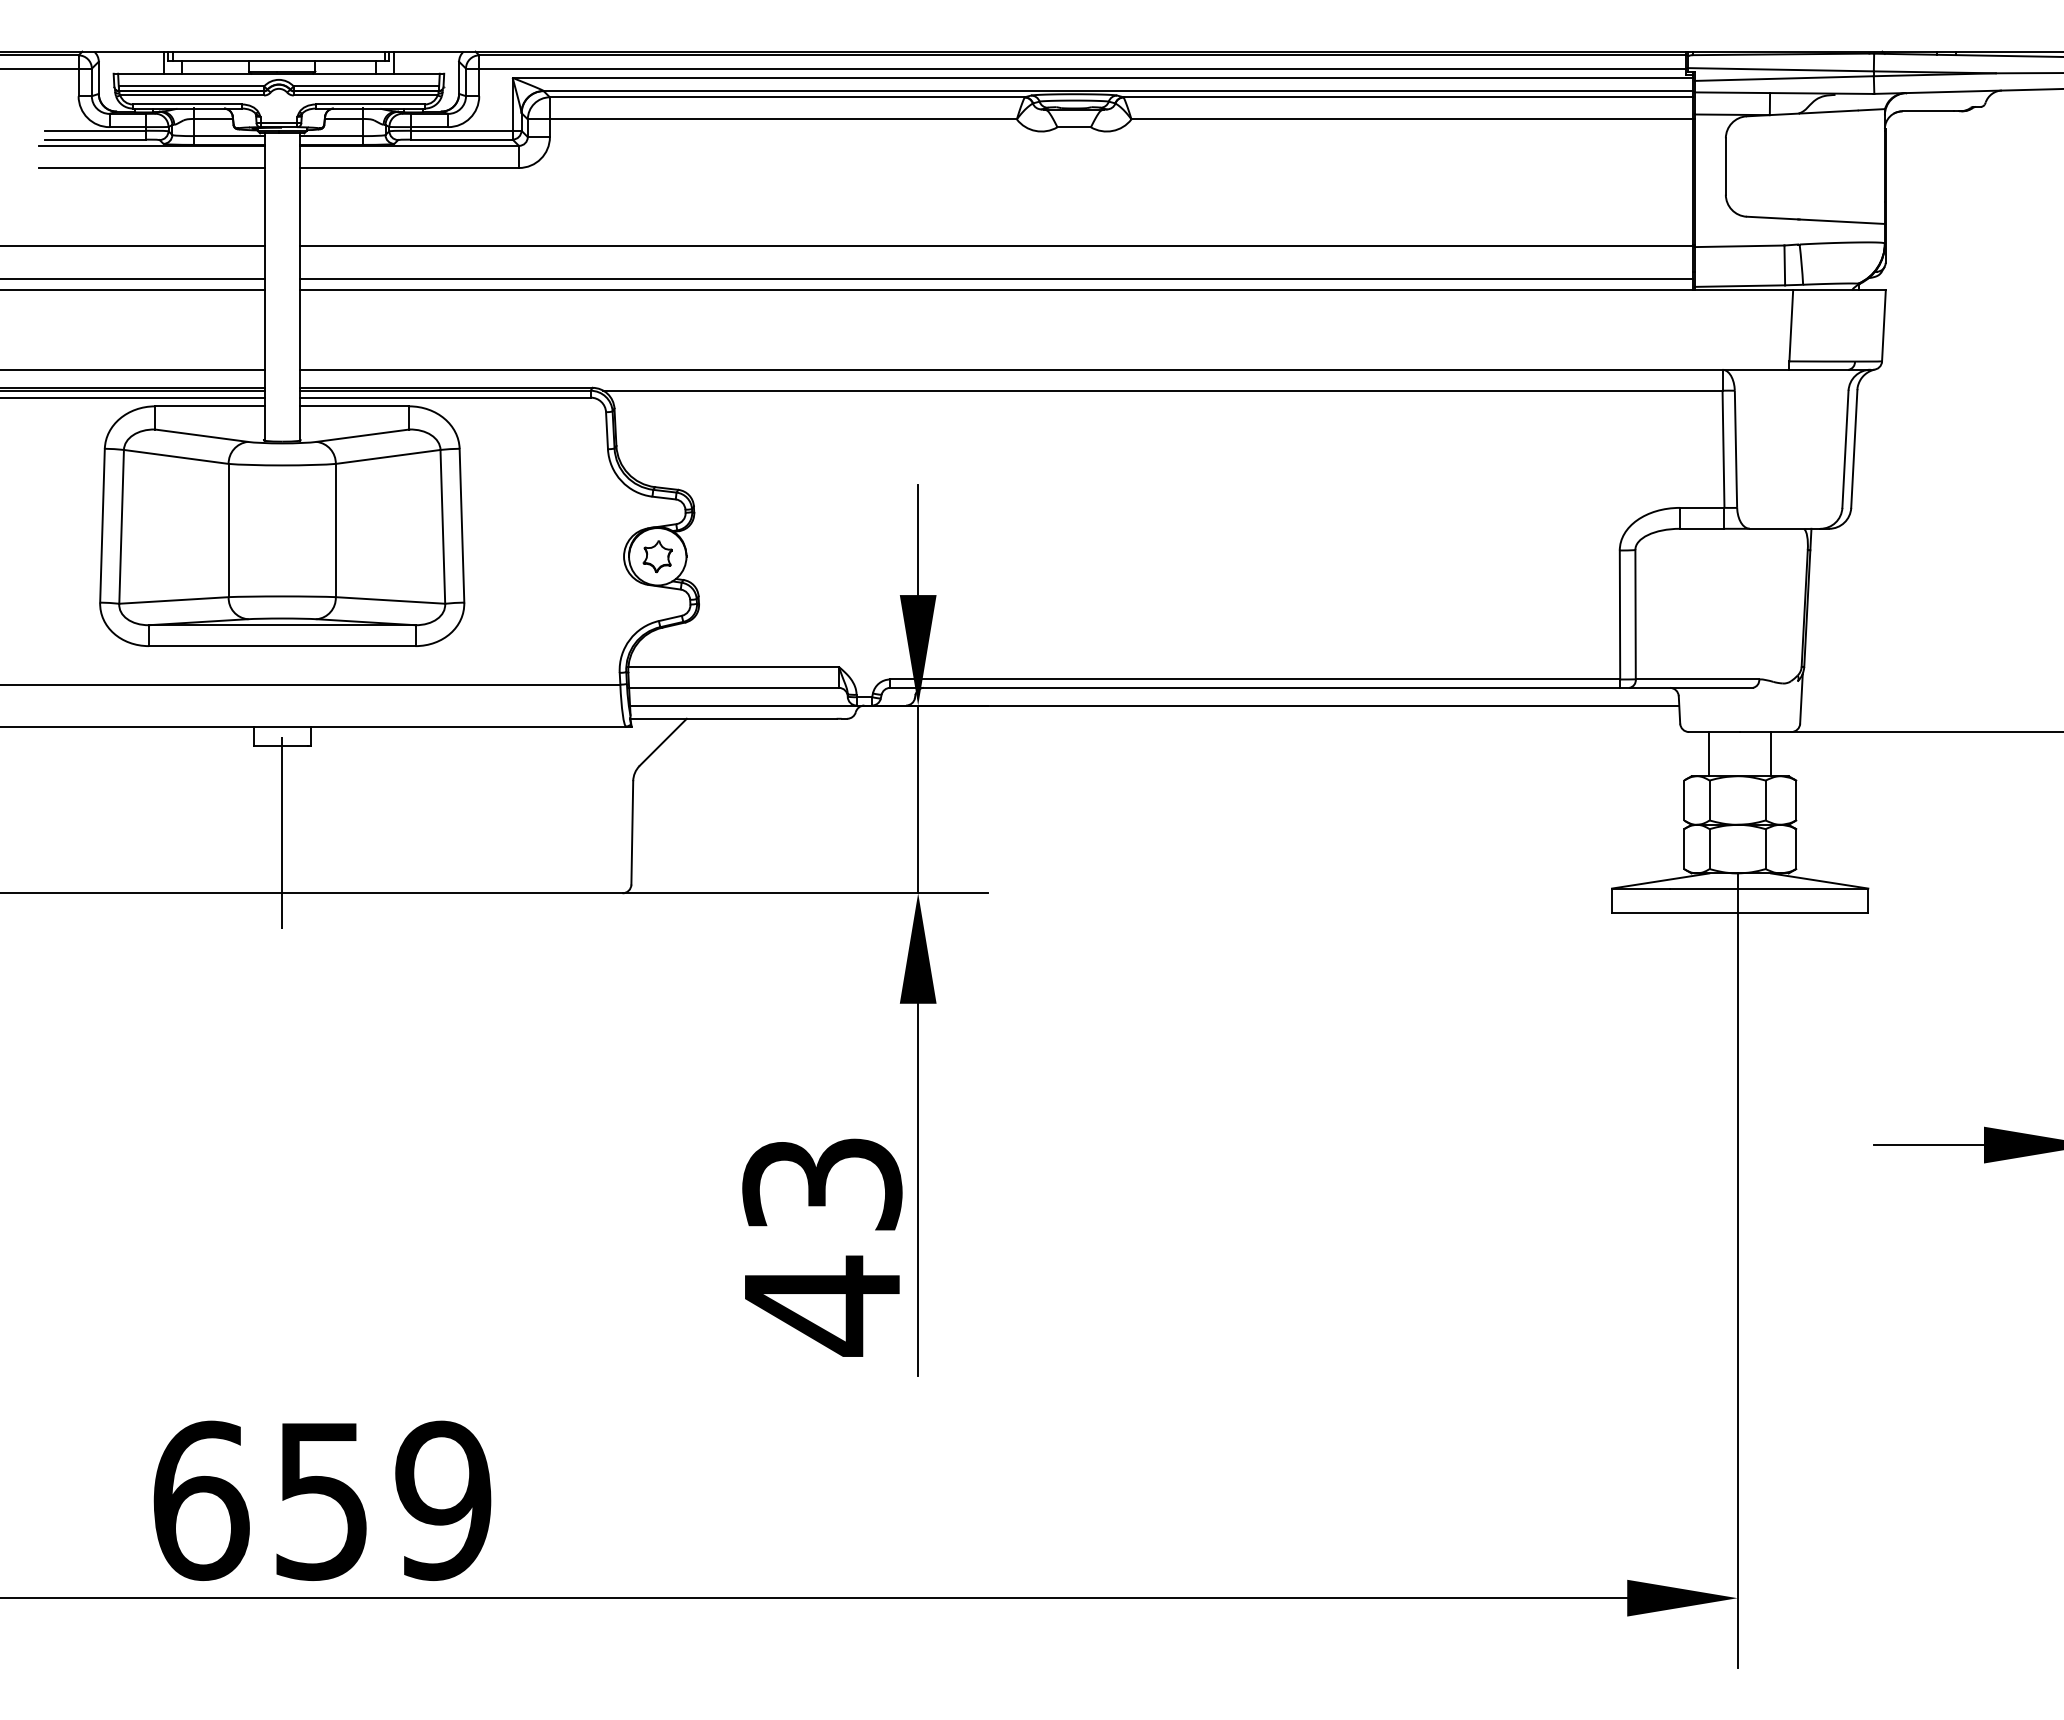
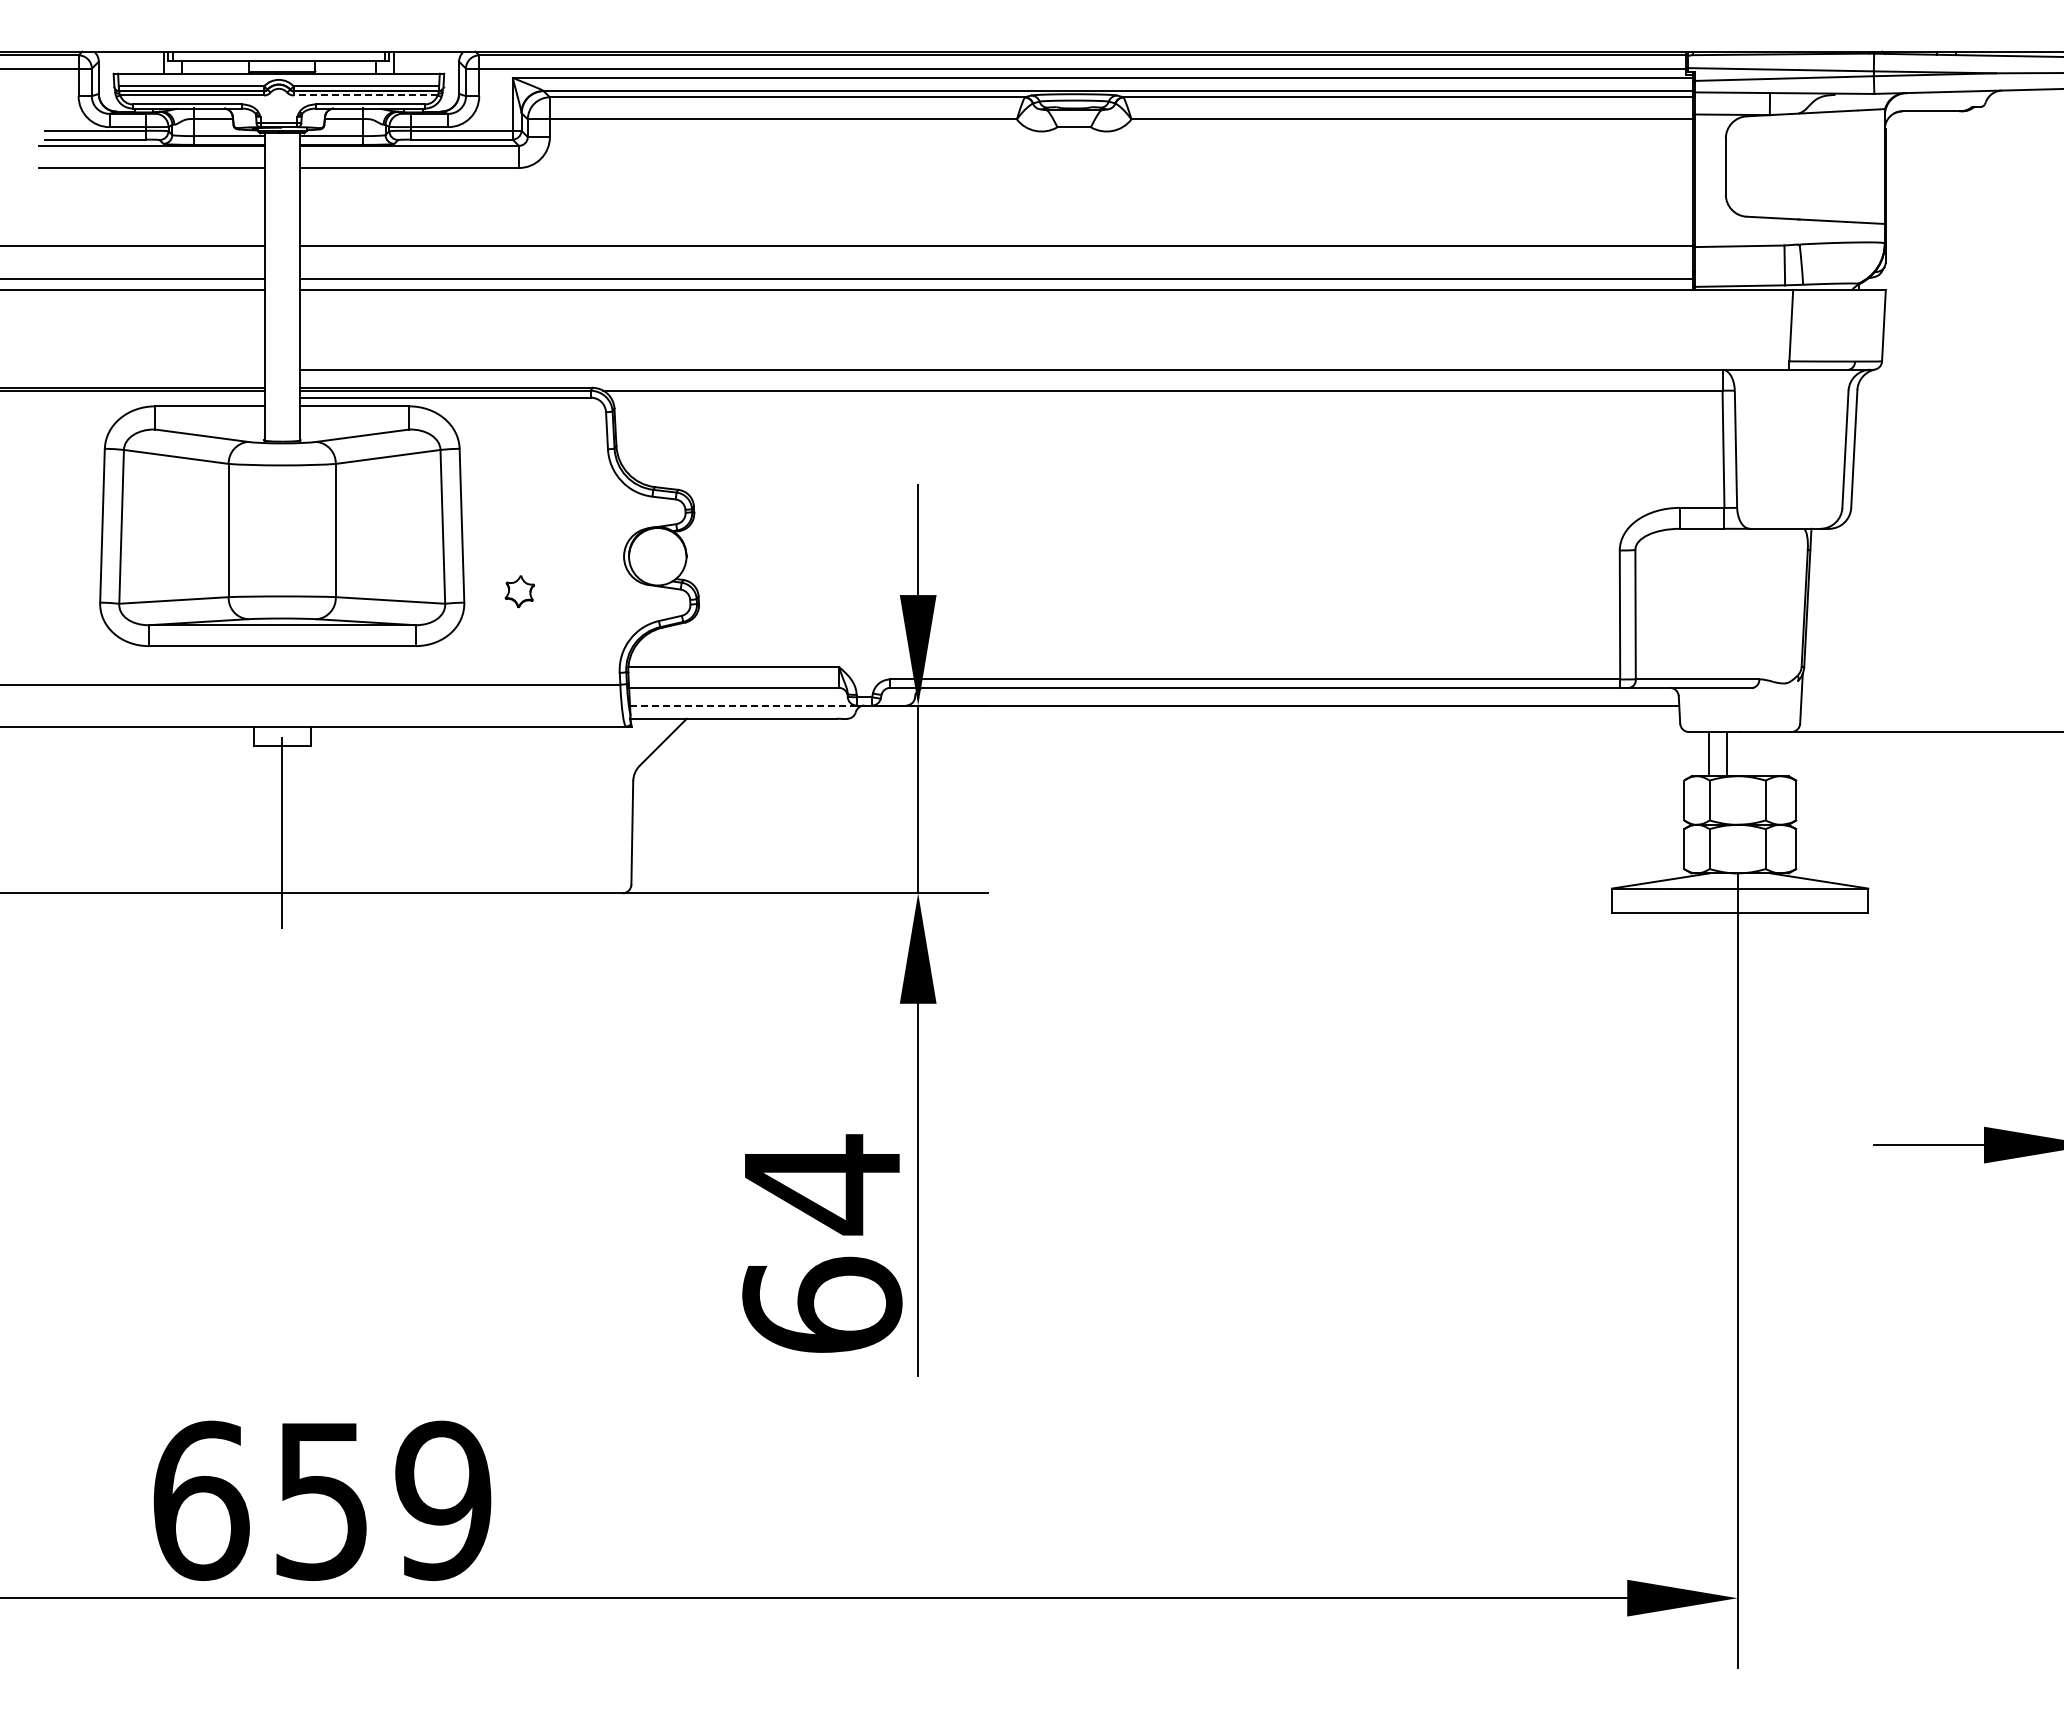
line at (365, 95): solid -> dashed
line at (133, 369): present -> none
line at (133, 397): present -> none
part at (657, 556) position: (657, 556) -> (519, 591)
line at (742, 705): solid -> dashed
line at (1771, 754) position: (1771, 754) -> (1727, 754)
text at (822, 1245): 43 -> 64
